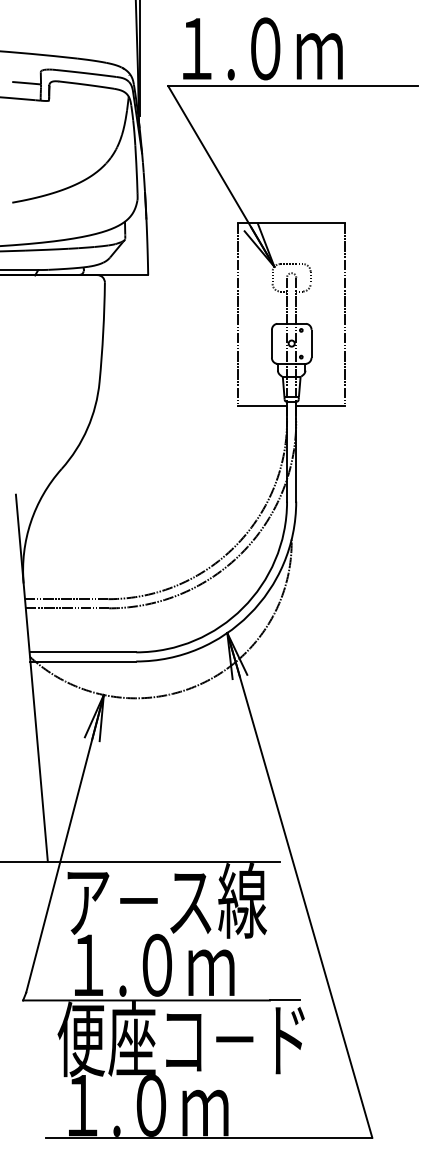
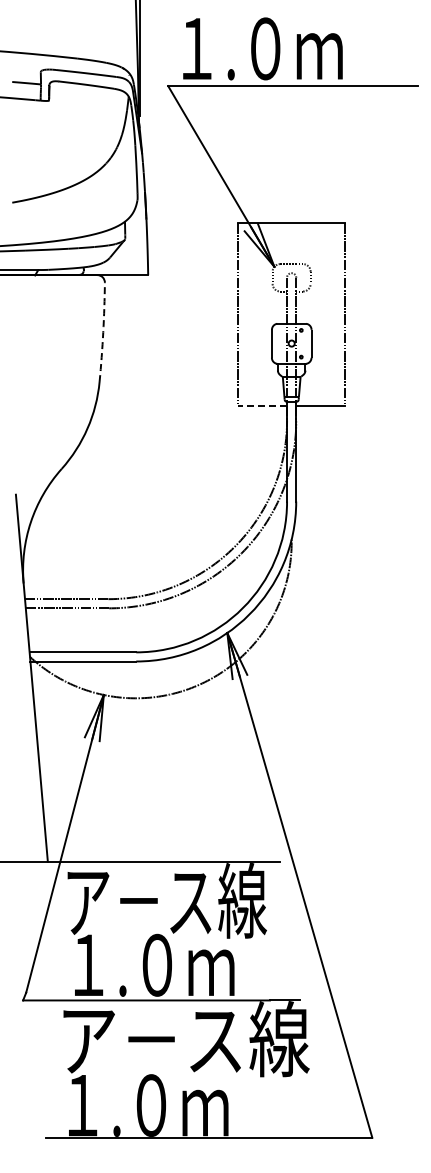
arc at (103, 332): solid -> dashed
line at (262, 405): solid -> dashed
text at (183, 1039): 便座コ－ド -> ア－ス線
